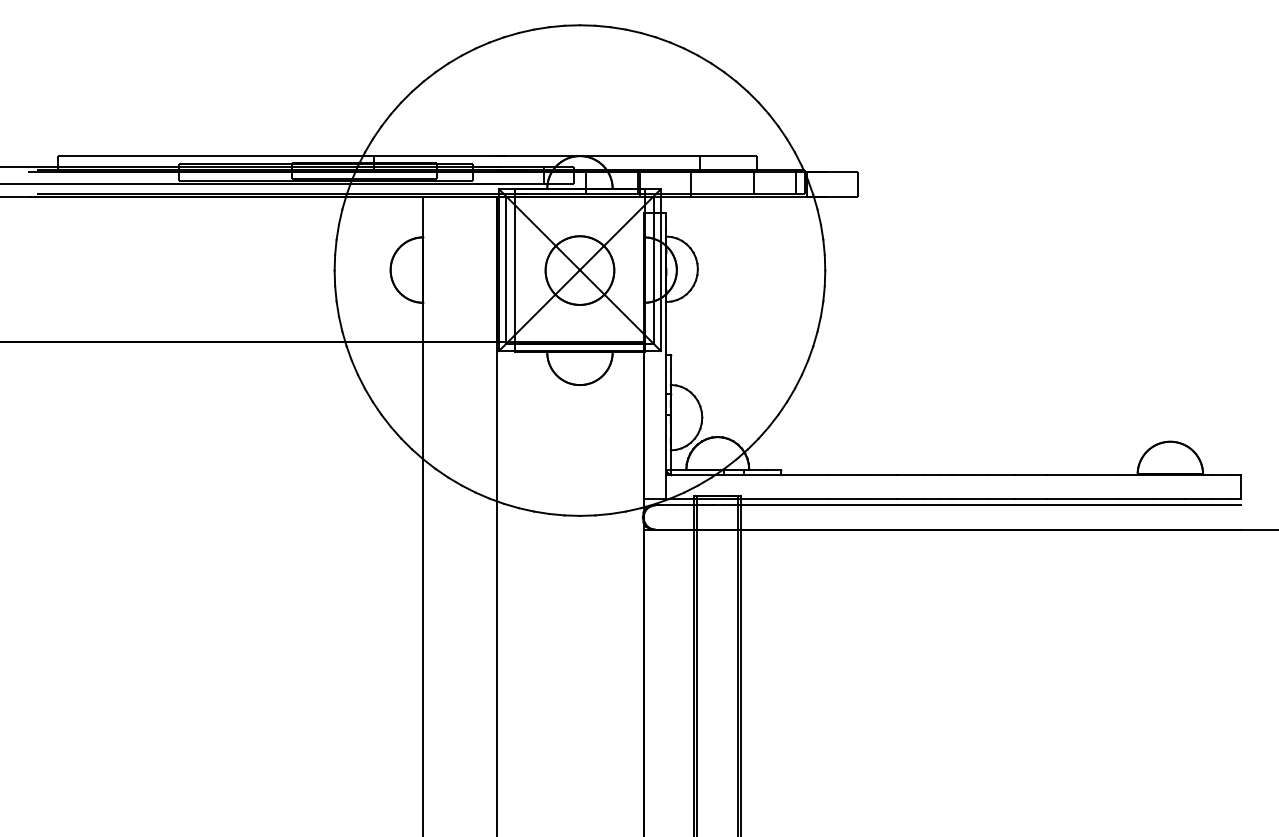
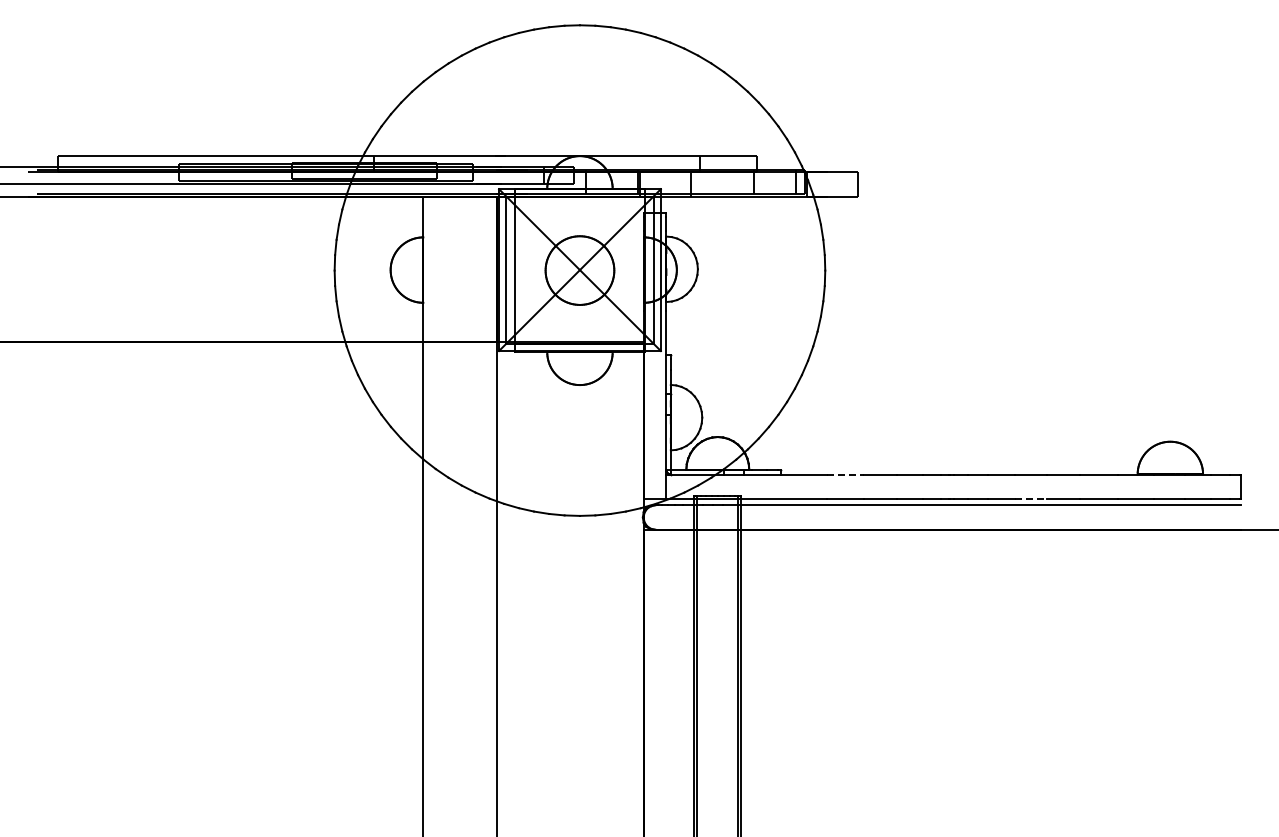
line at (846, 474): solid -> dashed
line at (1030, 498): solid -> dashed
